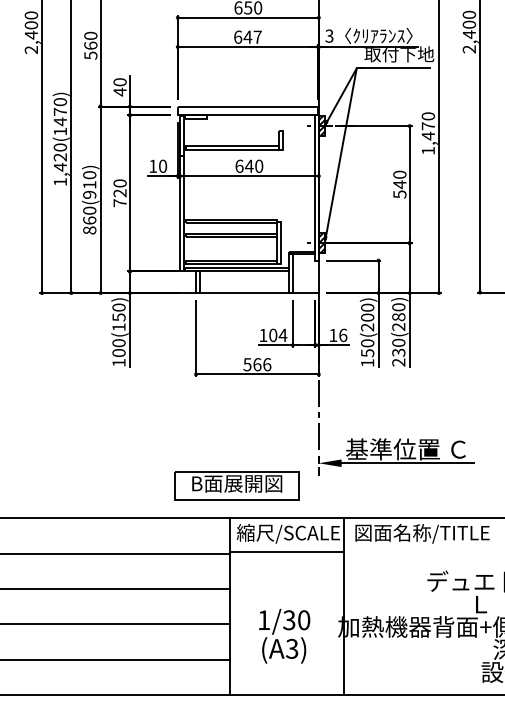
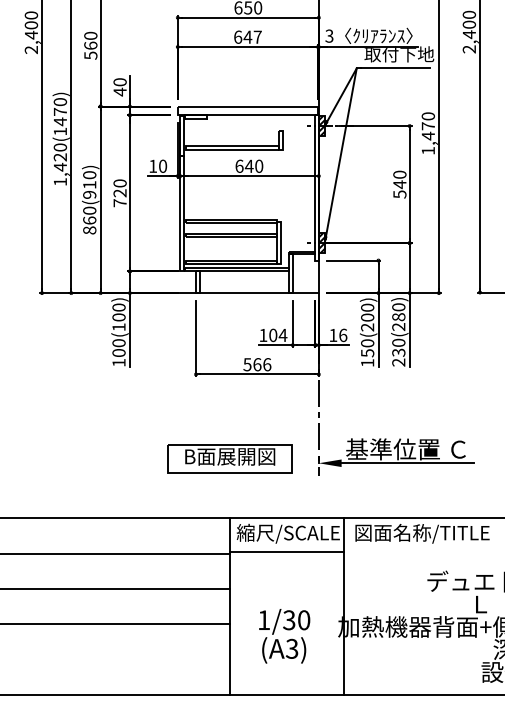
text at (118, 317): 100(150) -> 100(100)
part at (236, 485) position: (236, 485) -> (229, 458)
line at (115, 659): present -> none
